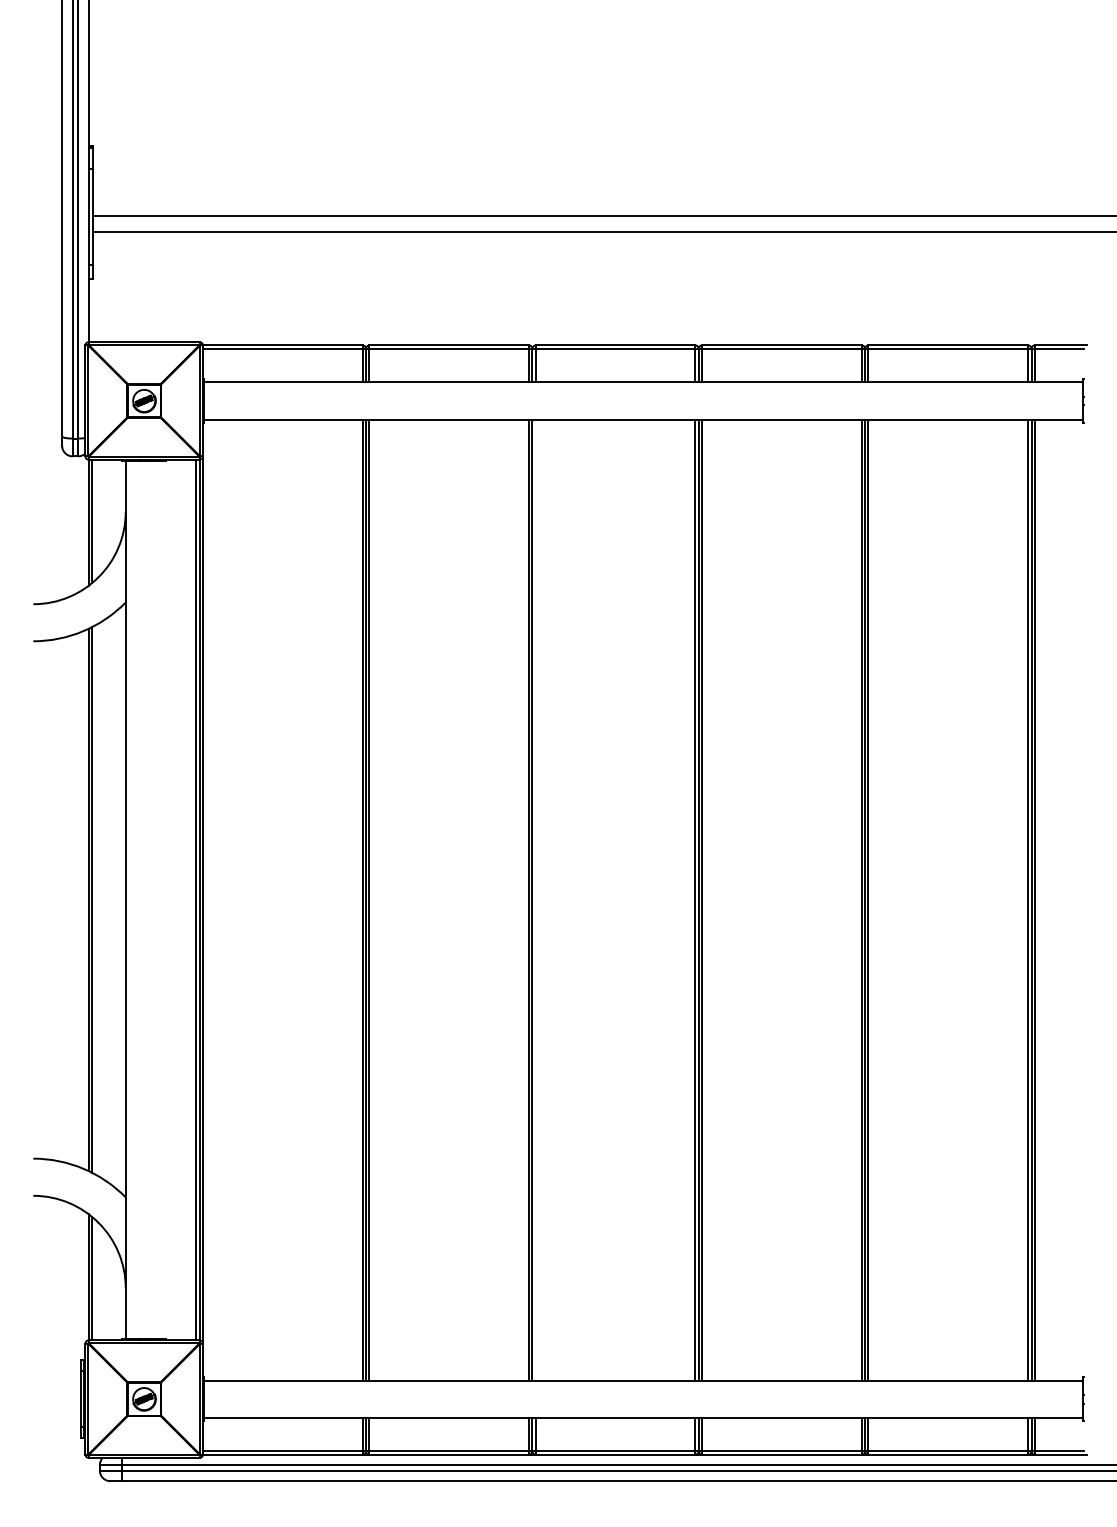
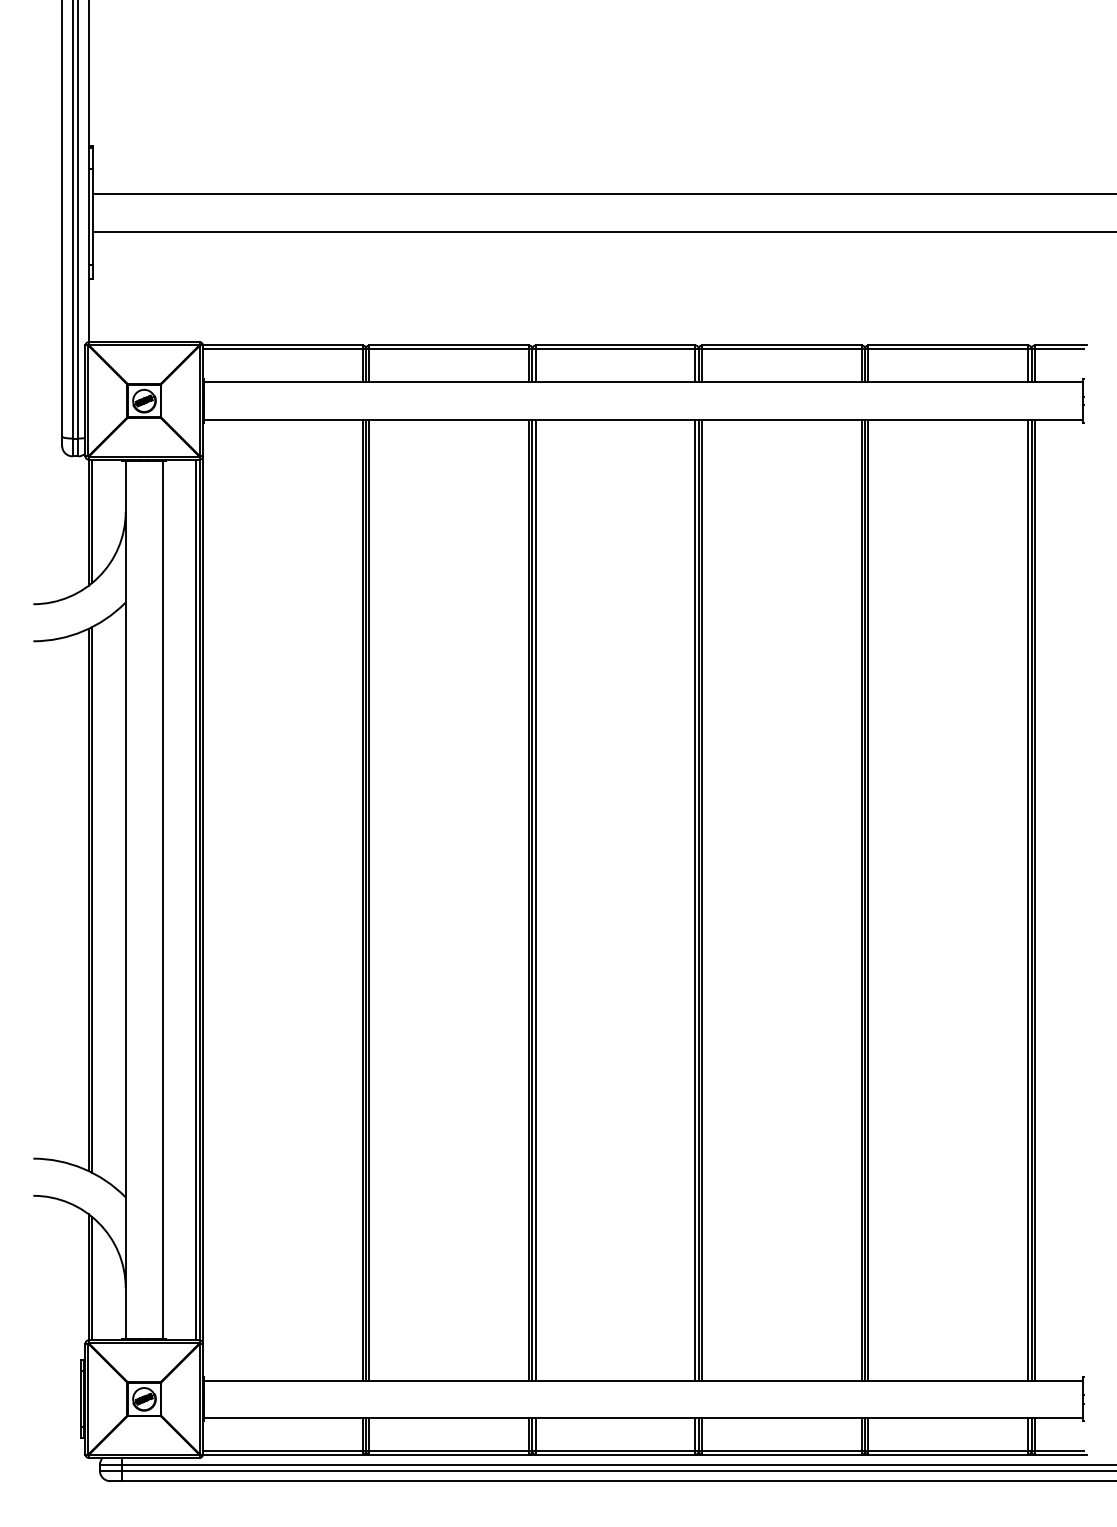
line at (603, 215) position: (603, 215) -> (603, 193)
line at (162, 899): none -> present
line at (535, 899): none -> present
